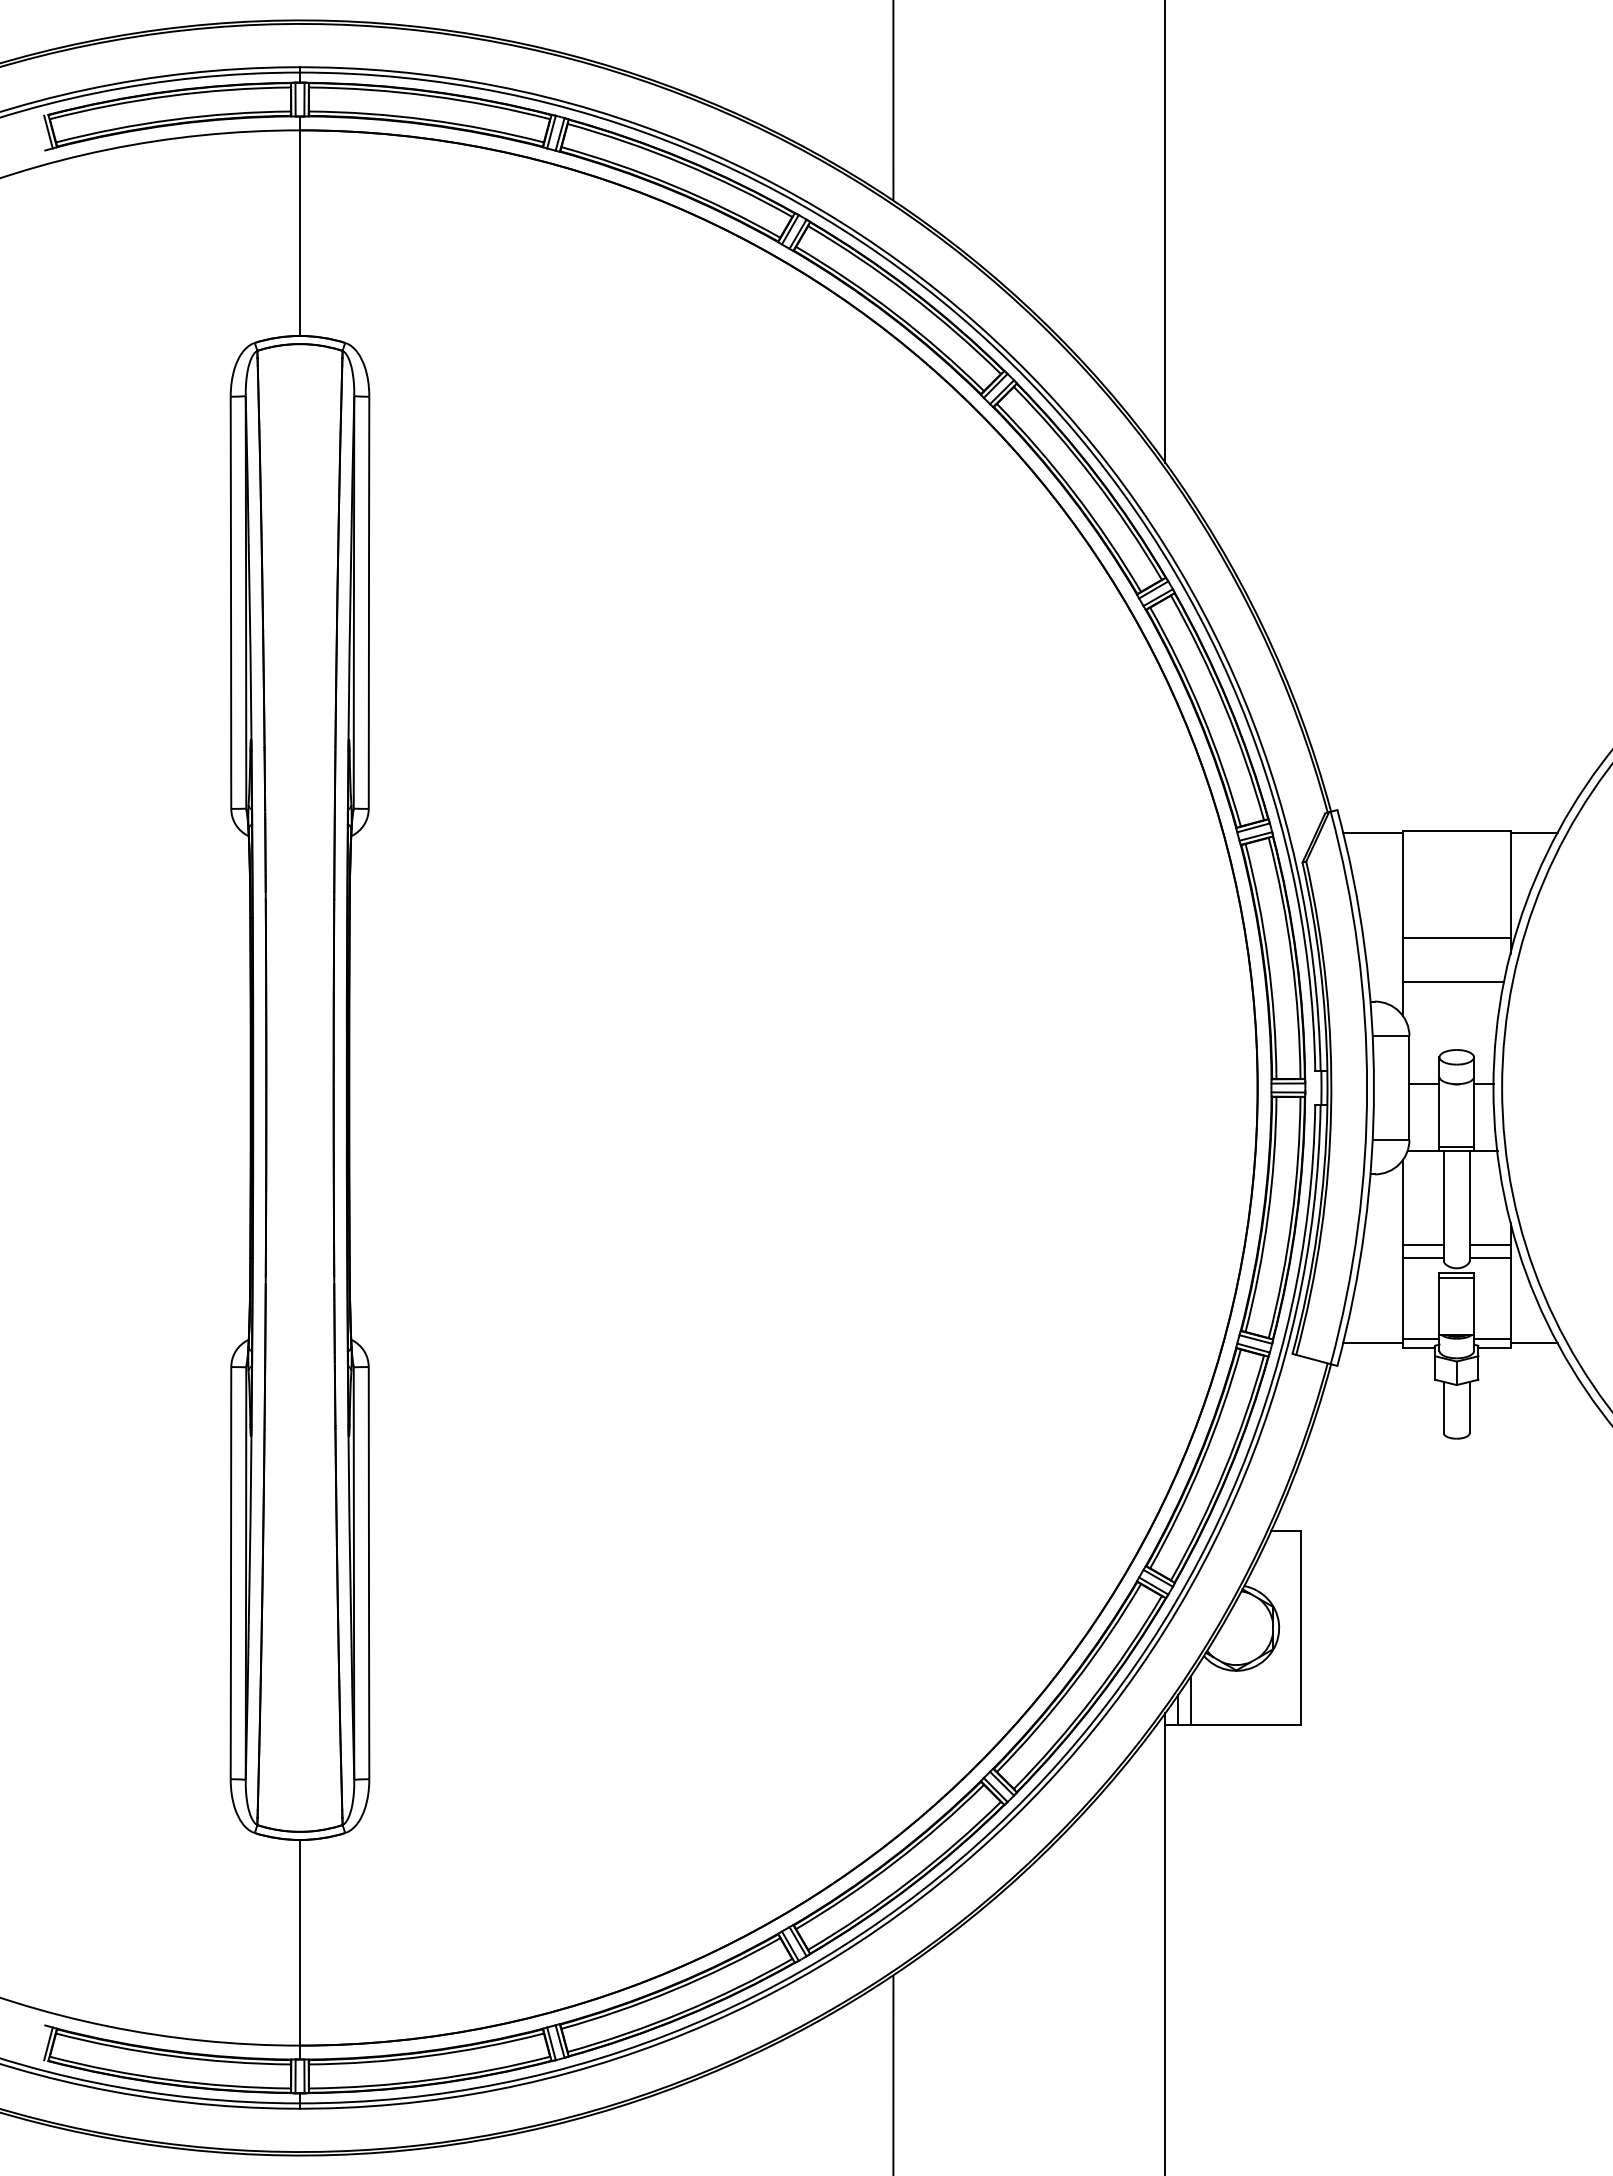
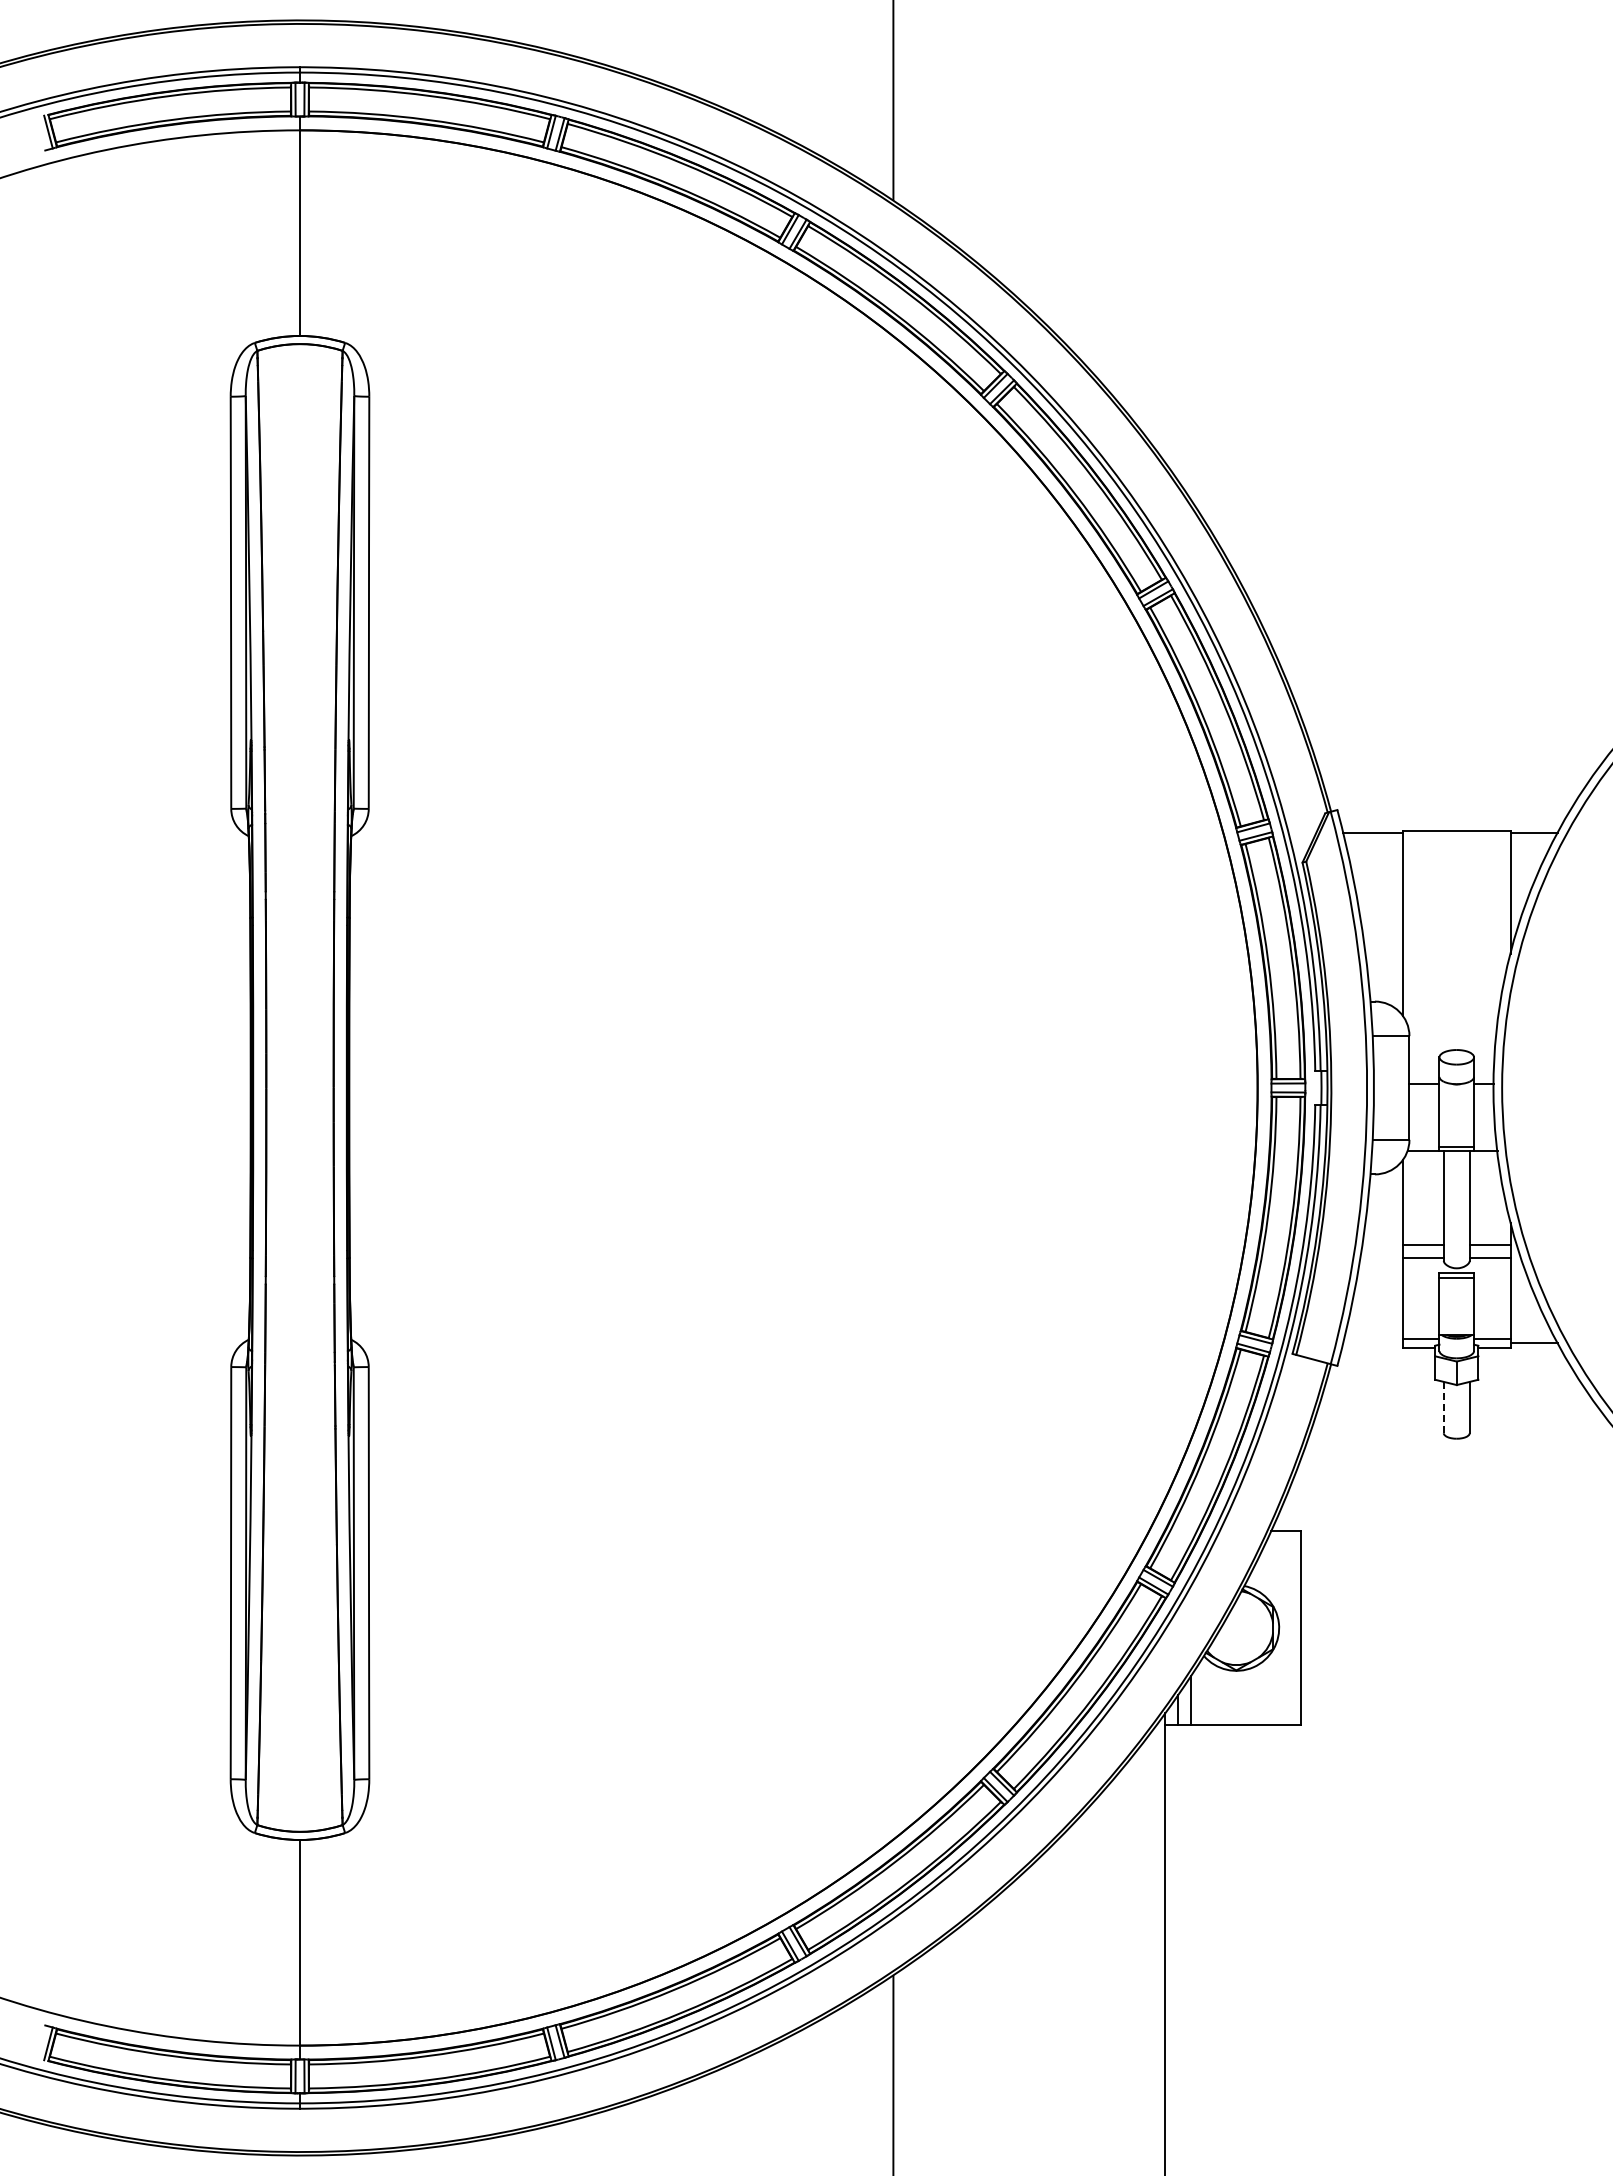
line at (1165, 232): present -> none
line at (1456, 938): present -> none
line at (1453, 981): present -> none
line at (1372, 1342): present -> none
line at (1443, 1407): solid -> dashed
